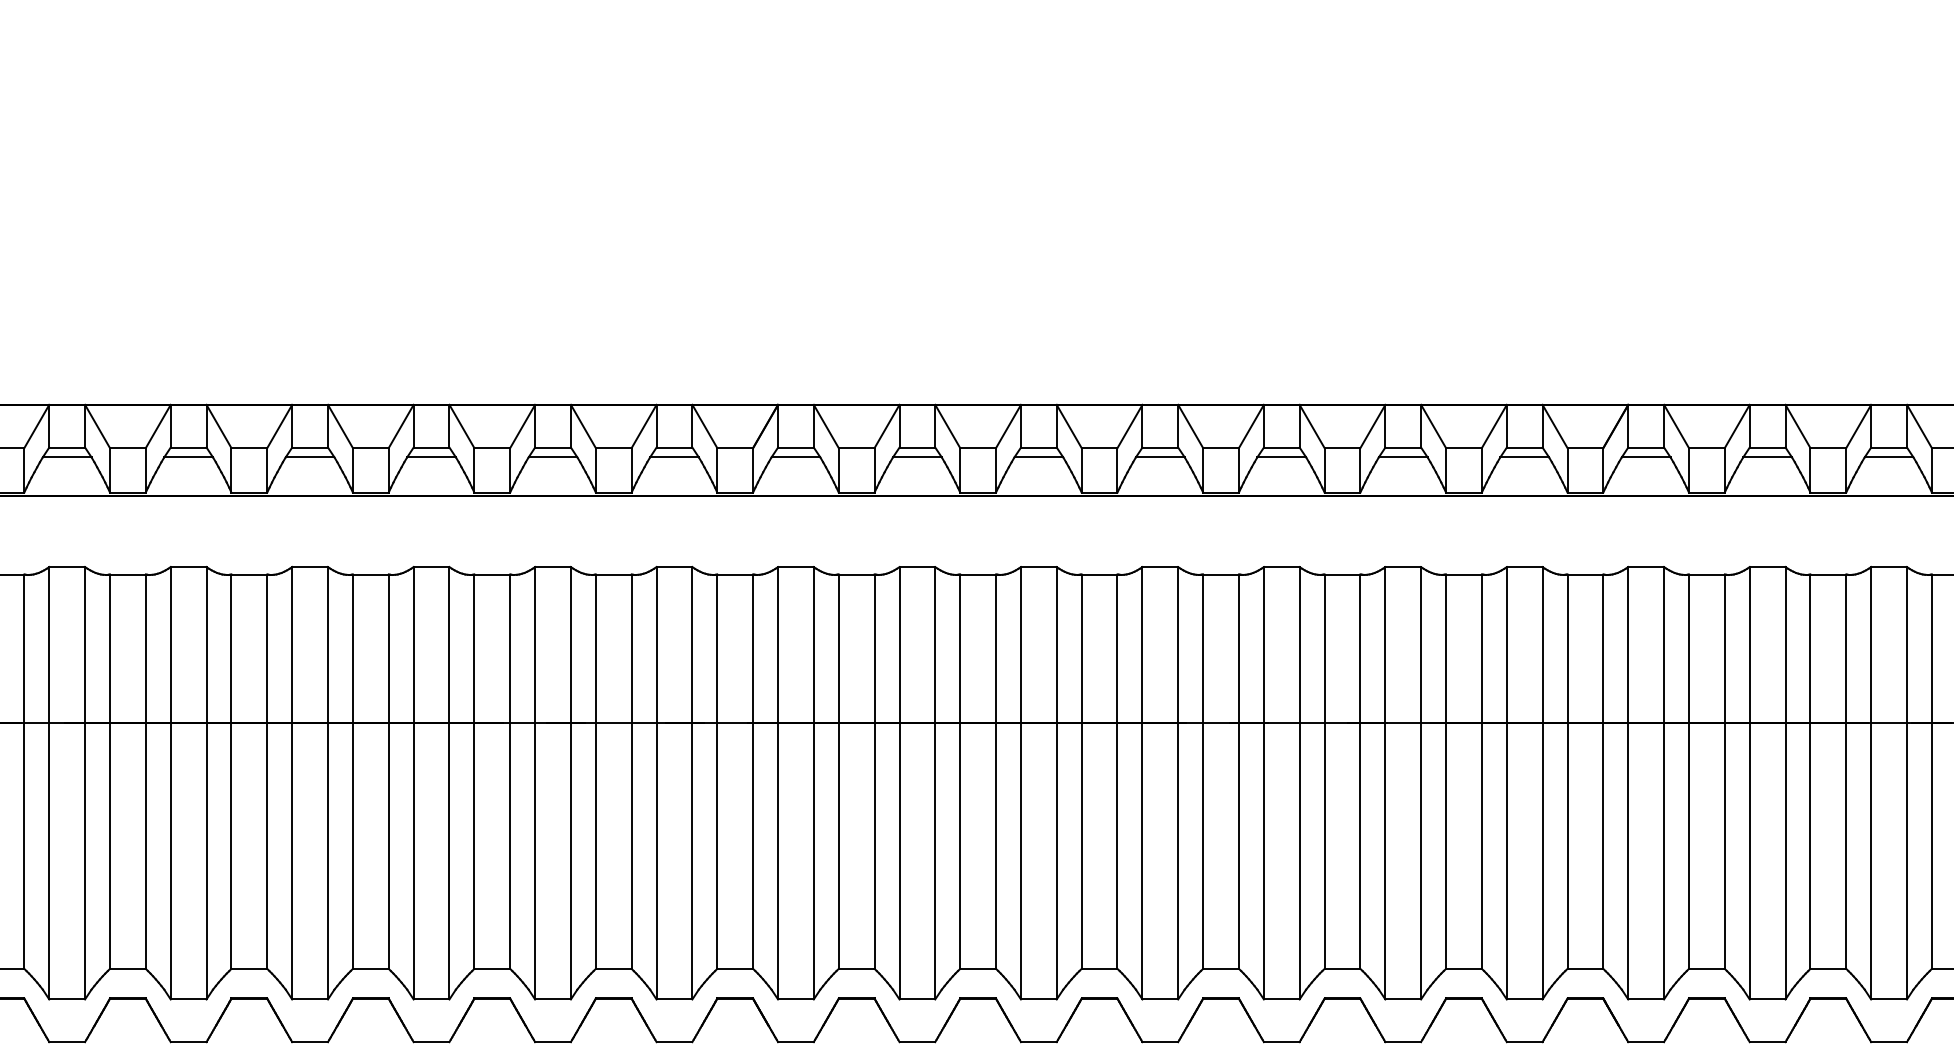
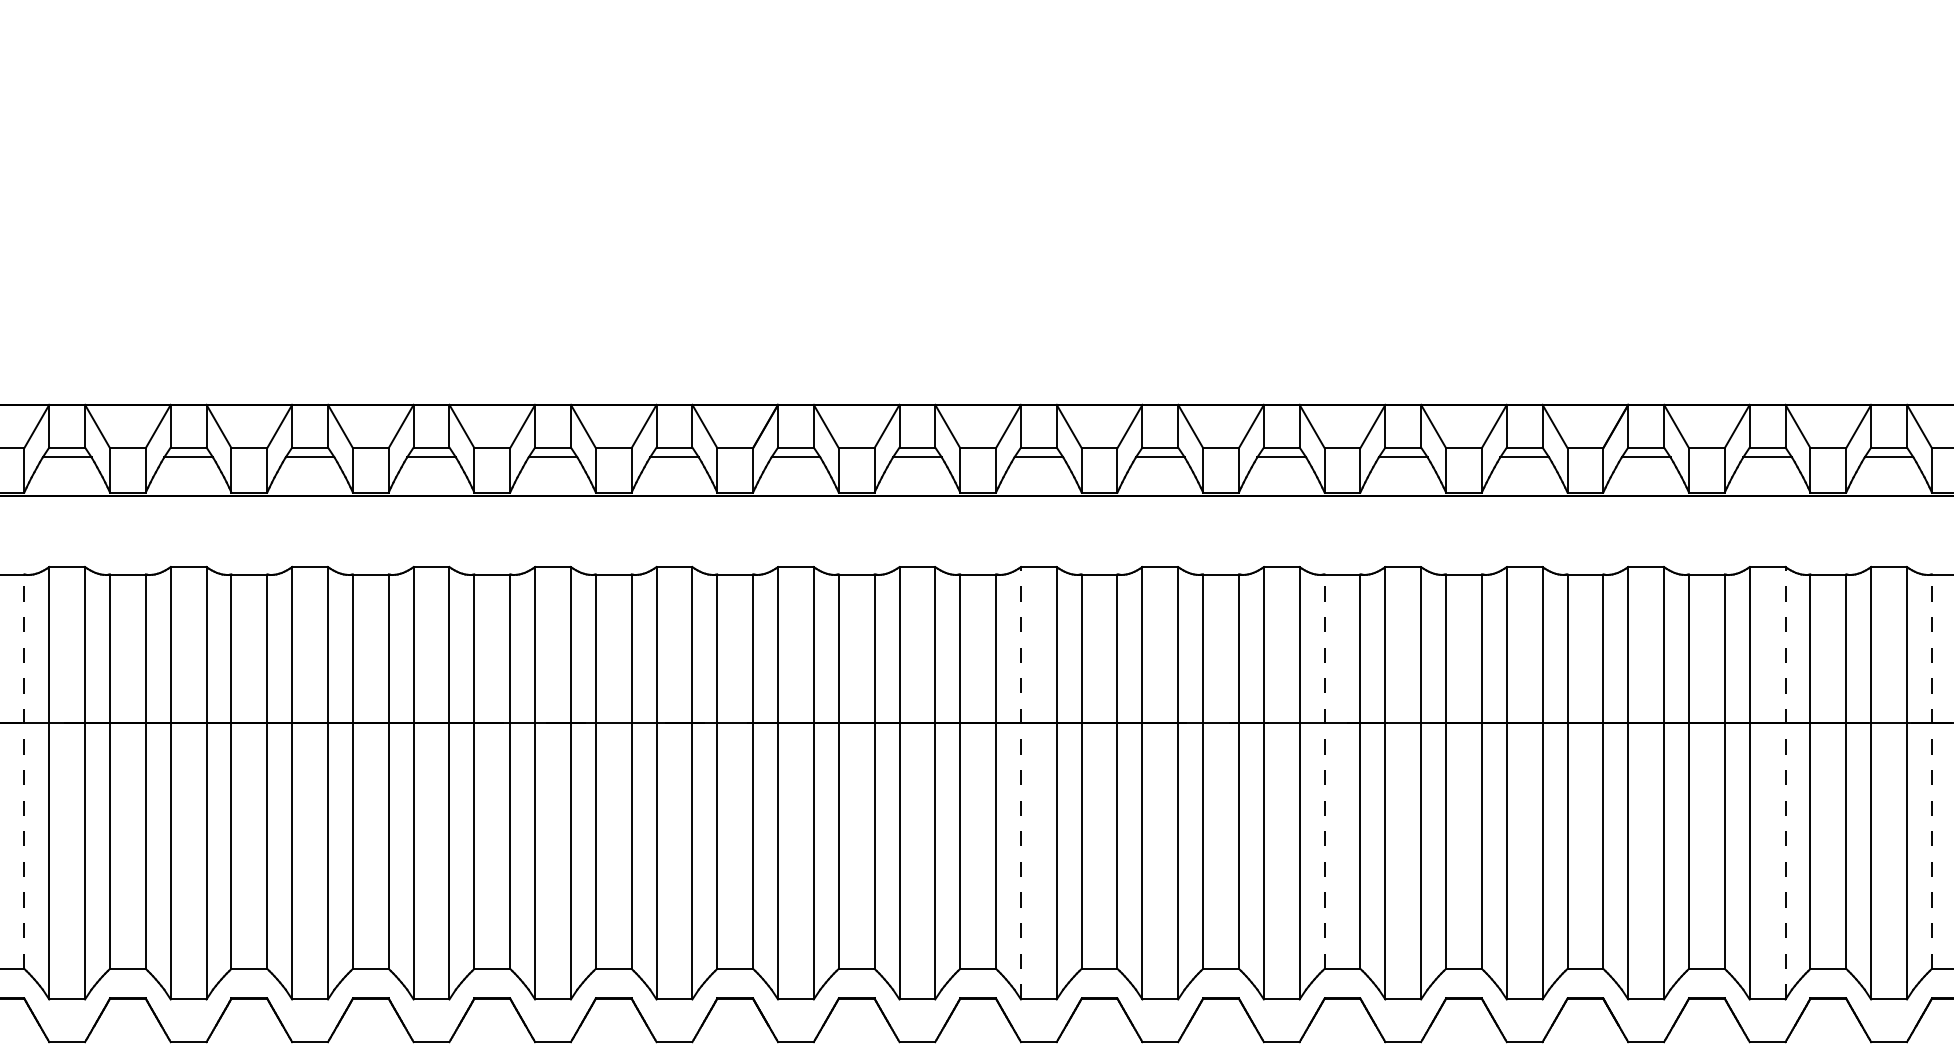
line at (24, 771): solid -> dashed
line at (1324, 771): solid -> dashed
line at (1931, 771): solid -> dashed
line at (1021, 782): solid -> dashed
line at (1785, 782): solid -> dashed
